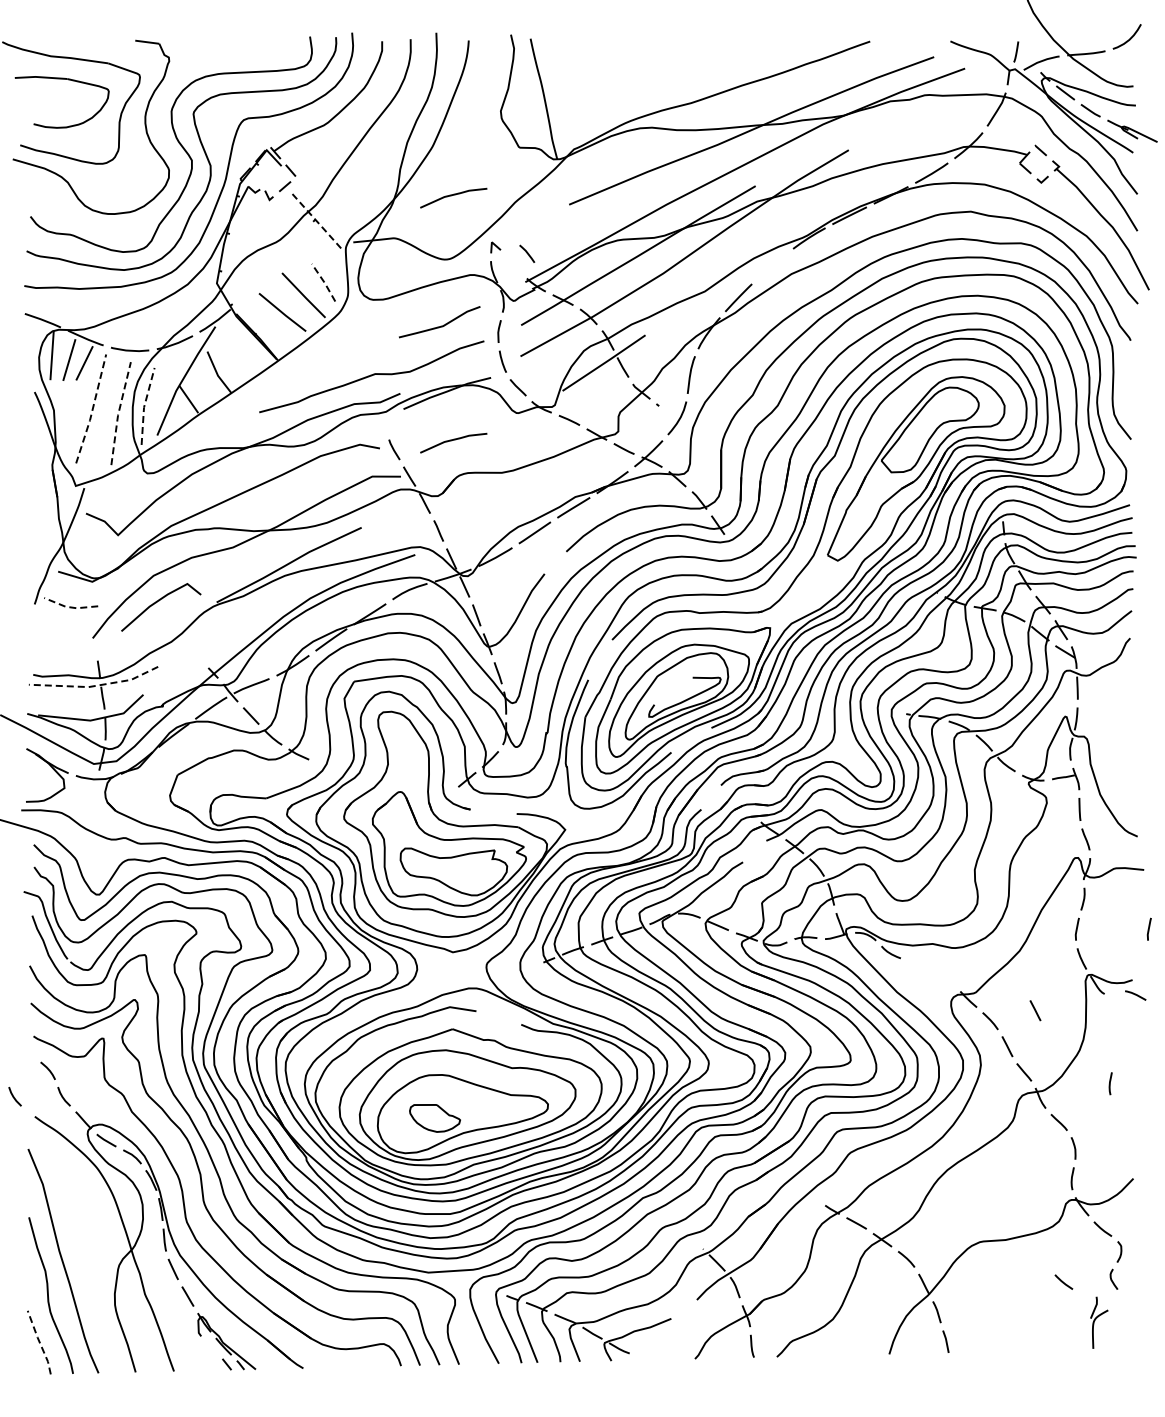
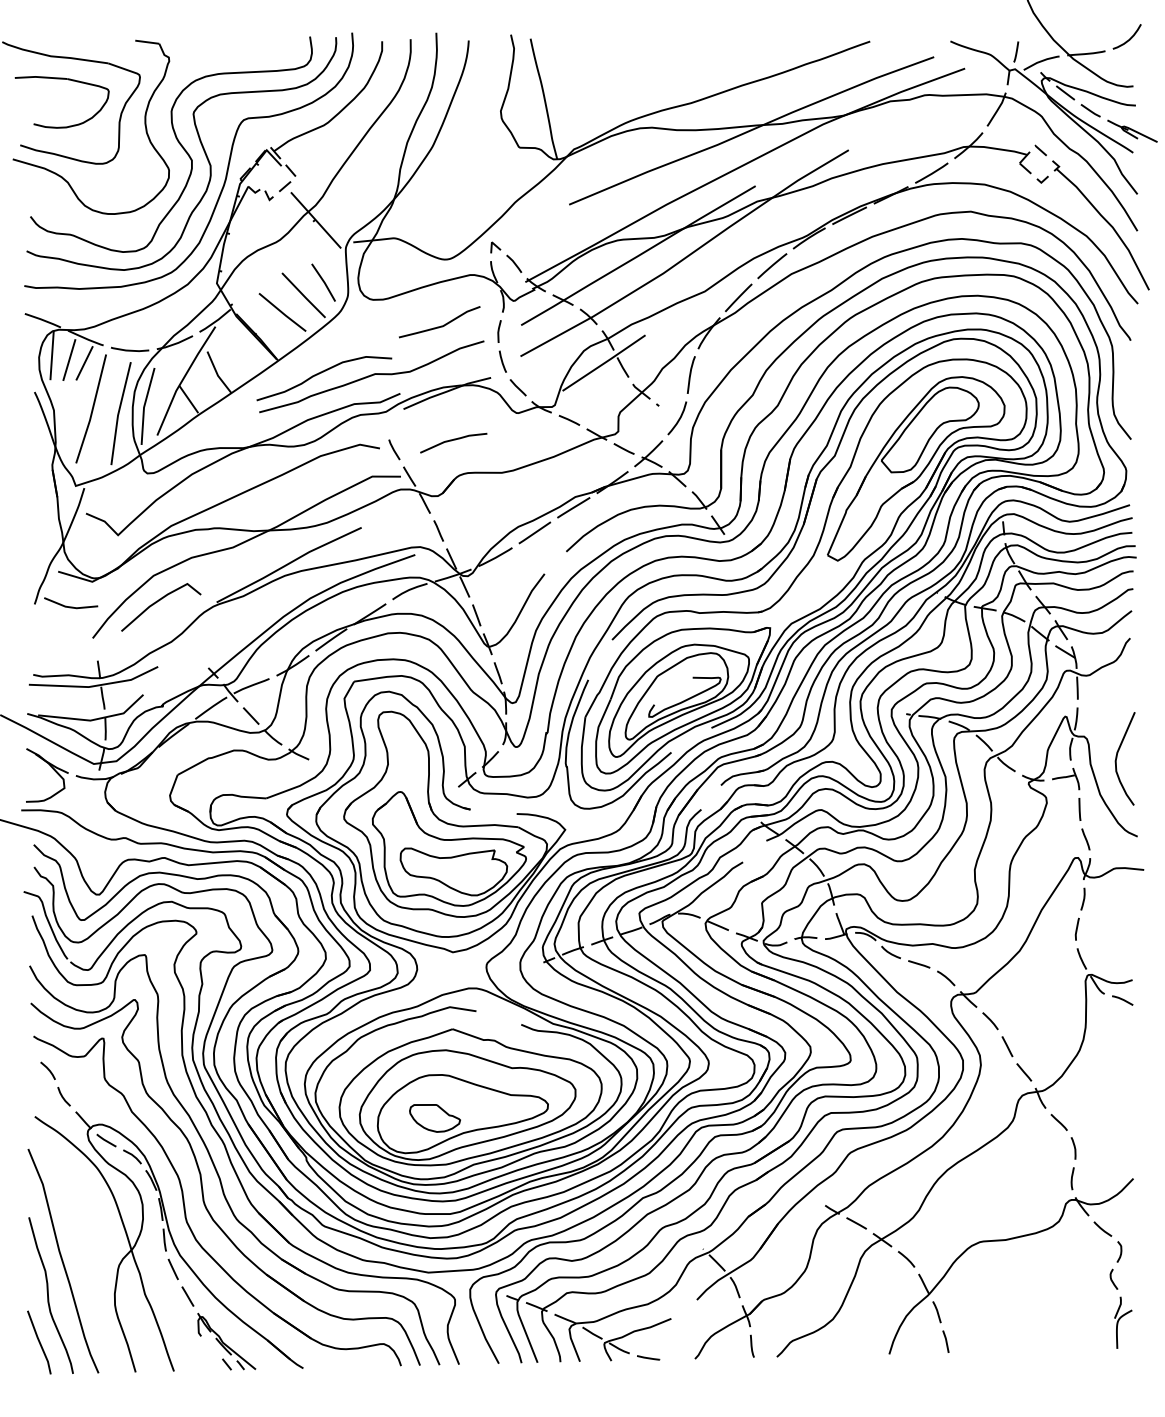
line at (453, 195): present -> none
line at (315, 219): dashed -> solid
line at (527, 253) position: (527, 253) -> (514, 263)
line at (772, 266): none -> present
line at (324, 282): dashed -> solid
curve at (321, 373): none -> present
line at (144, 405): dashed -> solid
line at (92, 409): dashed -> solid
line at (118, 413): dashed -> solid
line at (70, 607): dashed -> solid
line at (95, 685): dashed -> solid
curve at (1117, 758): none -> present
line at (1148, 928): present -> none
part at (931, 973): none -> present
curve at (1135, 995) position: (1135, 995) -> (1122, 1000)
line at (1035, 1010): present -> none
curve at (1110, 1083): present -> none
curve at (14, 1096): present -> none
line at (1063, 1281): present -> none
part at (1099, 1322) position: (1099, 1322) -> (1123, 1322)
line at (39, 1342): dashed -> solid
line at (648, 1357): none -> present
